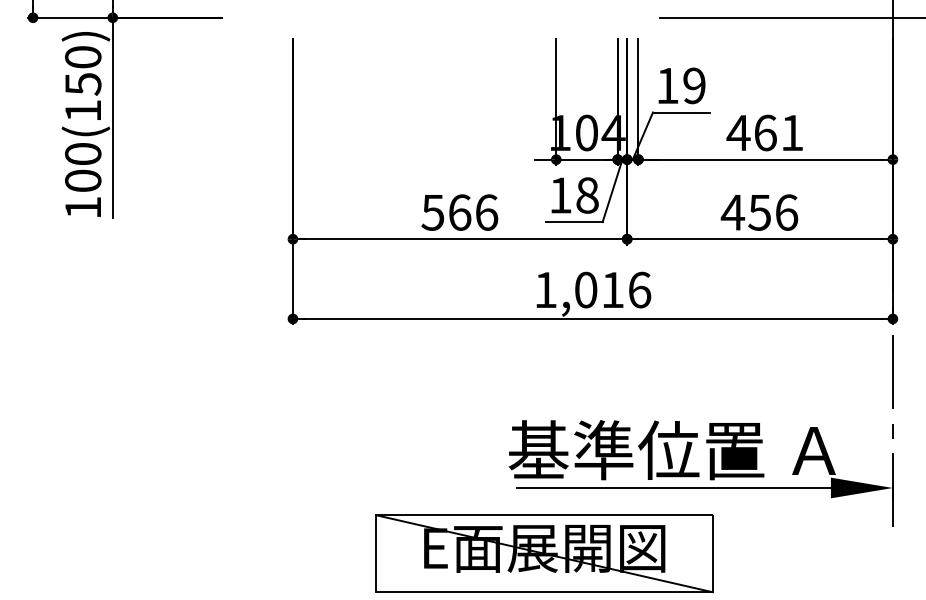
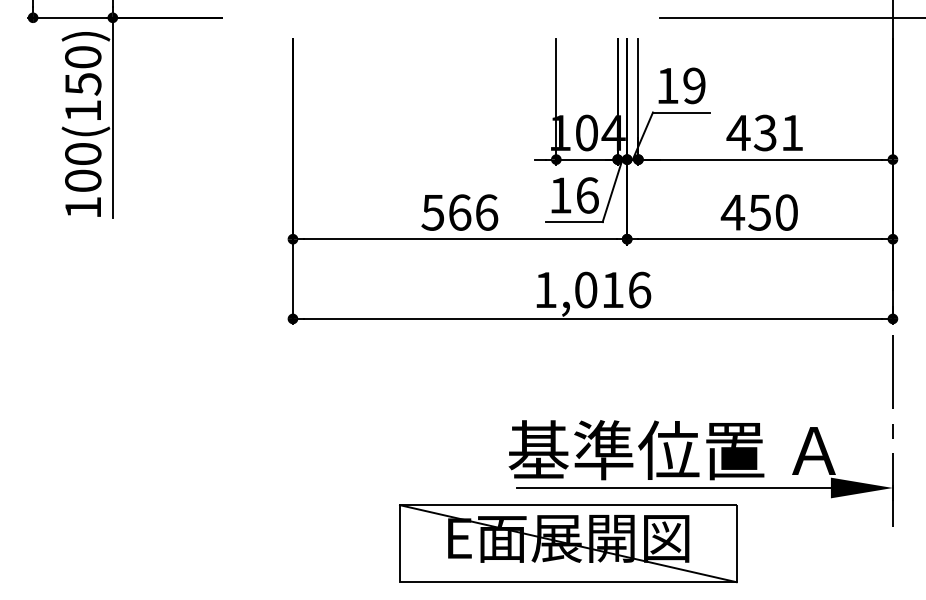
text at (764, 132): 461 -> 431
text at (587, 195): 18 -> 16
text at (786, 212): 456 -> 450
part at (544, 553) position: (544, 553) -> (568, 543)
